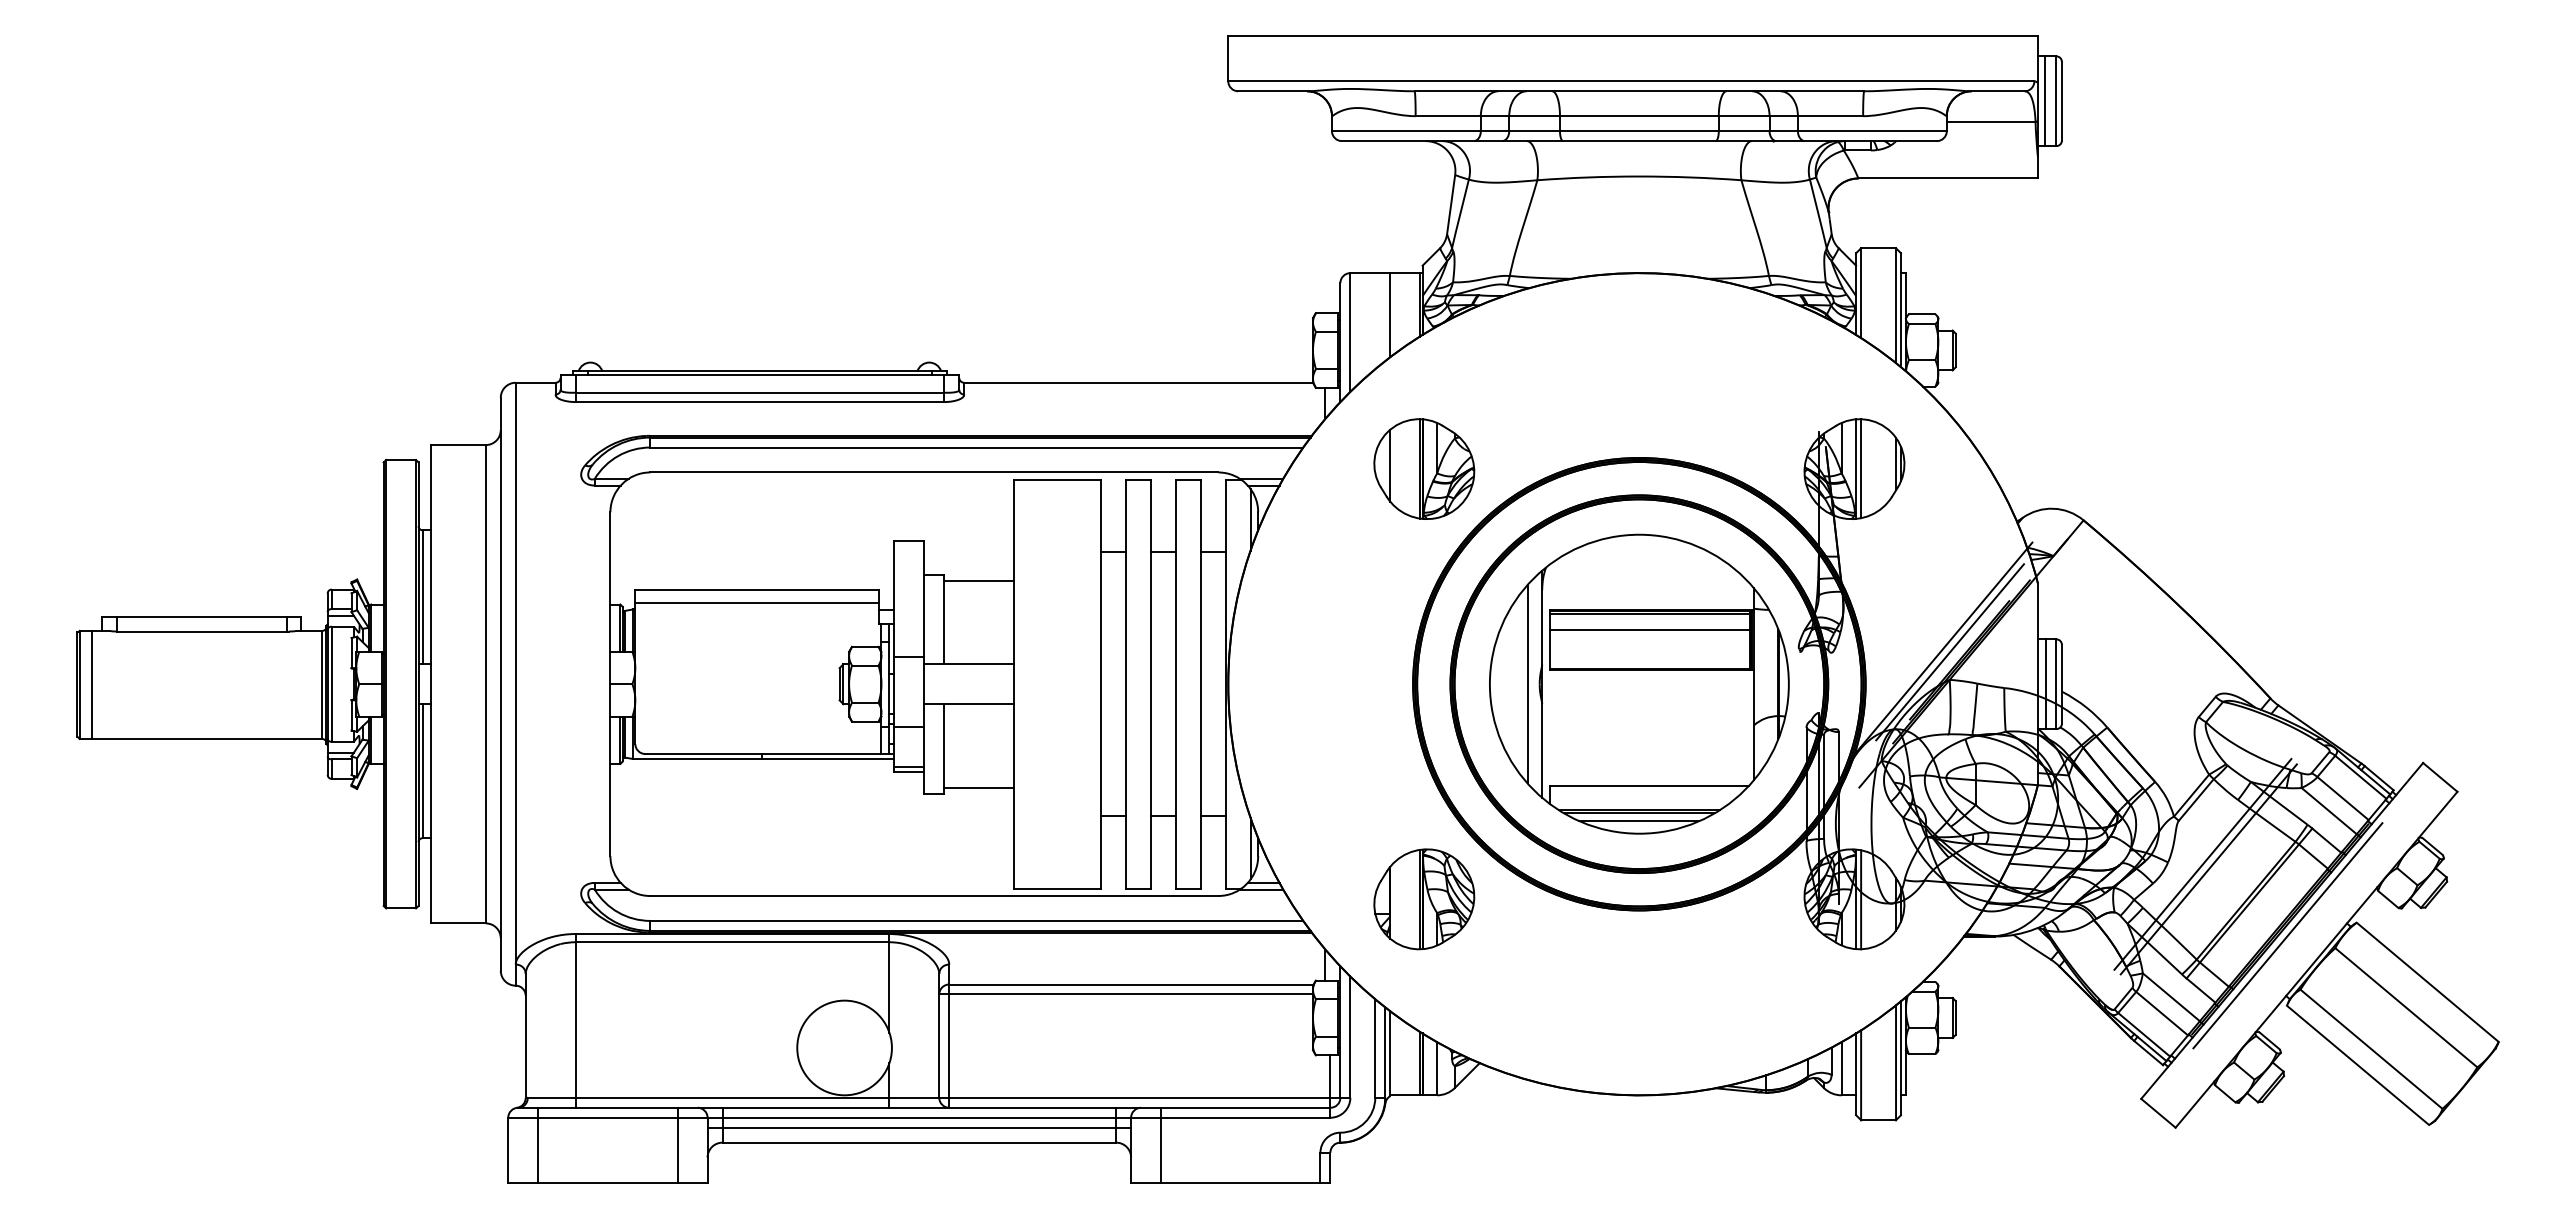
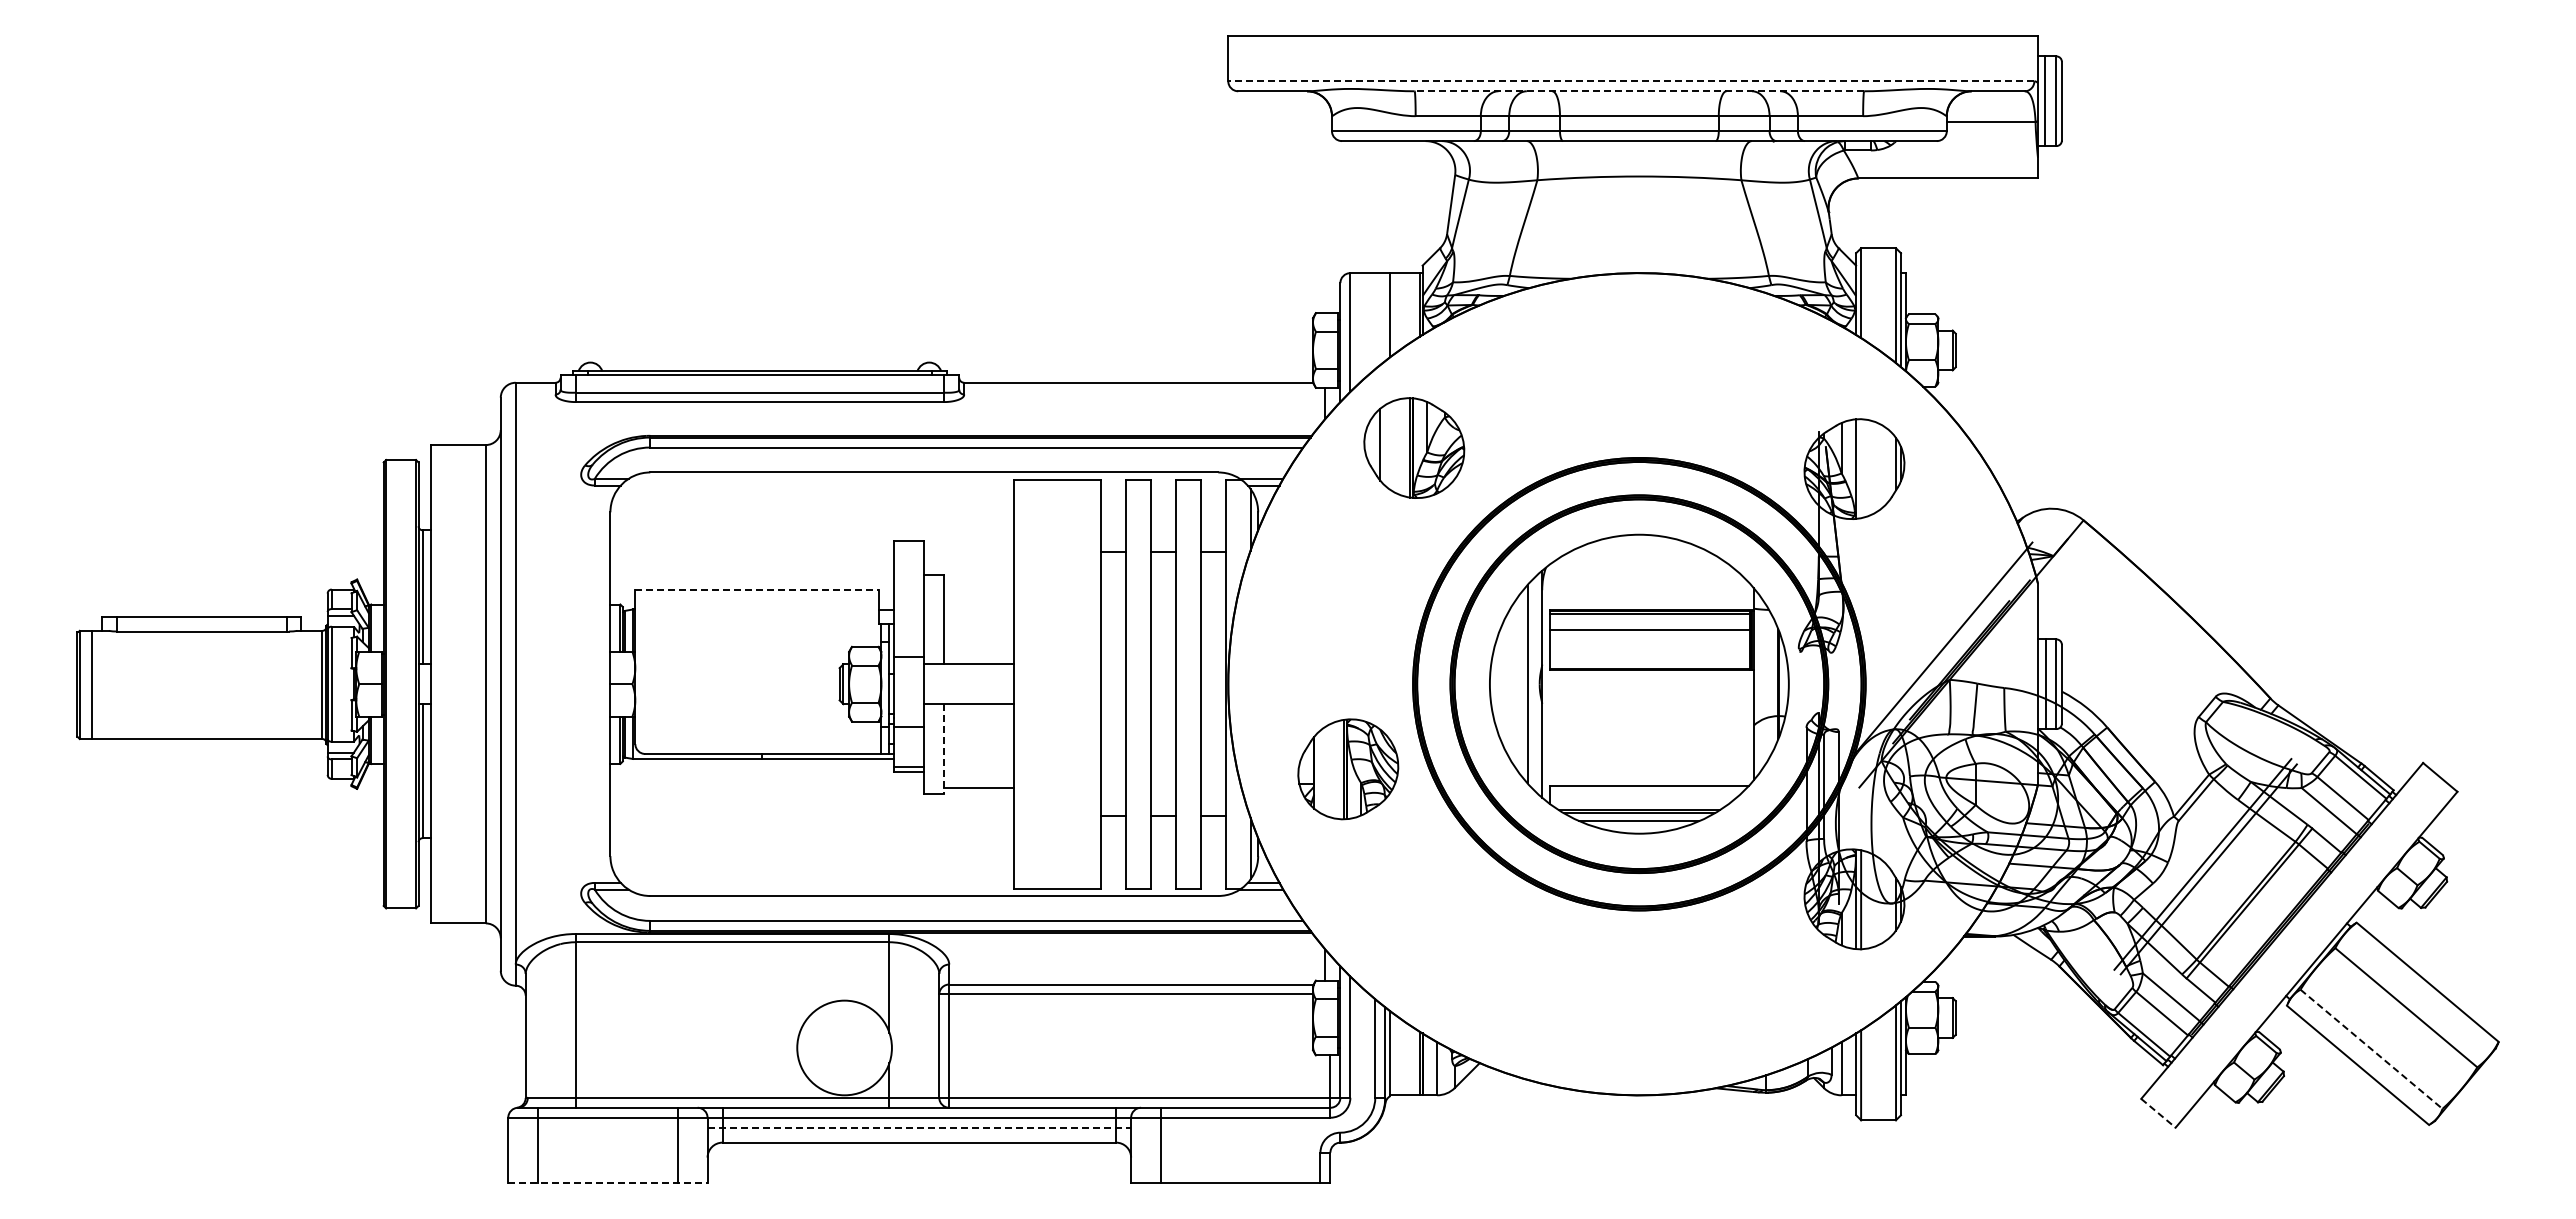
line at (1630, 81): solid -> dashed
line at (1639, 91): solid -> dashed
part at (1424, 468) position: (1424, 468) -> (1414, 447)
line at (1861, 468): present -> none
line at (979, 580): present -> none
line at (757, 589): solid -> dashed
line at (757, 602): present -> none
line at (1950, 652): present -> none
line at (944, 749): solid -> dashed
part at (1424, 899) position: (1424, 899) -> (1348, 769)
line at (2287, 935): present -> none
line at (2371, 1049): solid -> dashed
line at (2158, 1113): solid -> dashed
line at (919, 1127): solid -> dashed
line at (607, 1182): solid -> dashed
